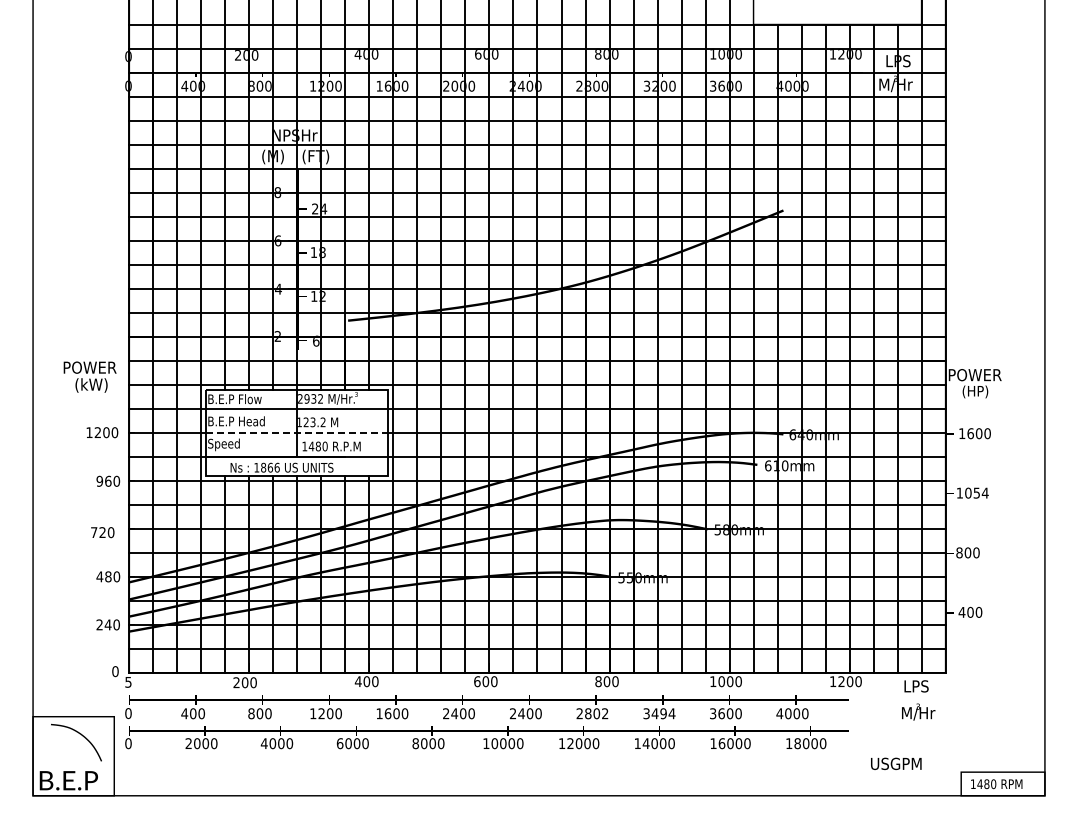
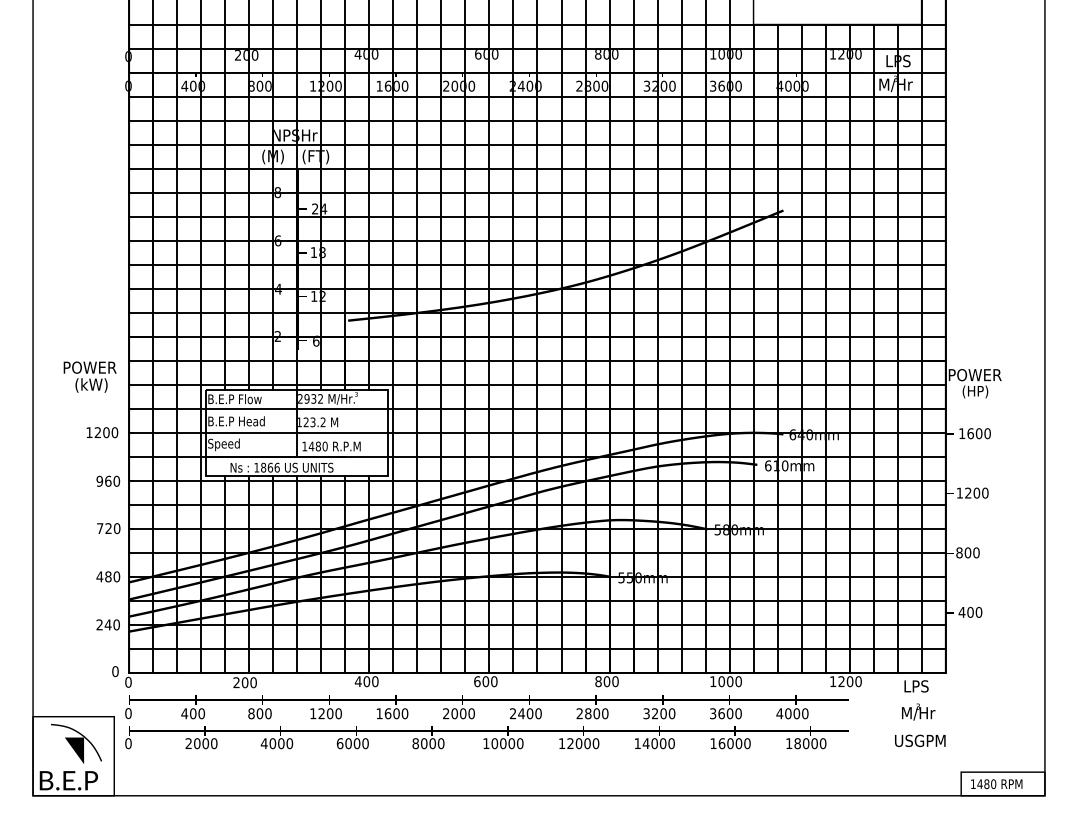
line at (297, 432): dashed -> solid
text at (976, 492): 1054 -> 1200
text at (102, 532) position: (102, 532) -> (108, 528)
text at (128, 681): 5 -> 0
text at (454, 713): 2400 -> 2000
text at (605, 713): 2802 -> 2800
text at (663, 713): 3494 -> 3200
fill at (74, 750): none -> present
text at (896, 763) position: (896, 763) -> (920, 740)
